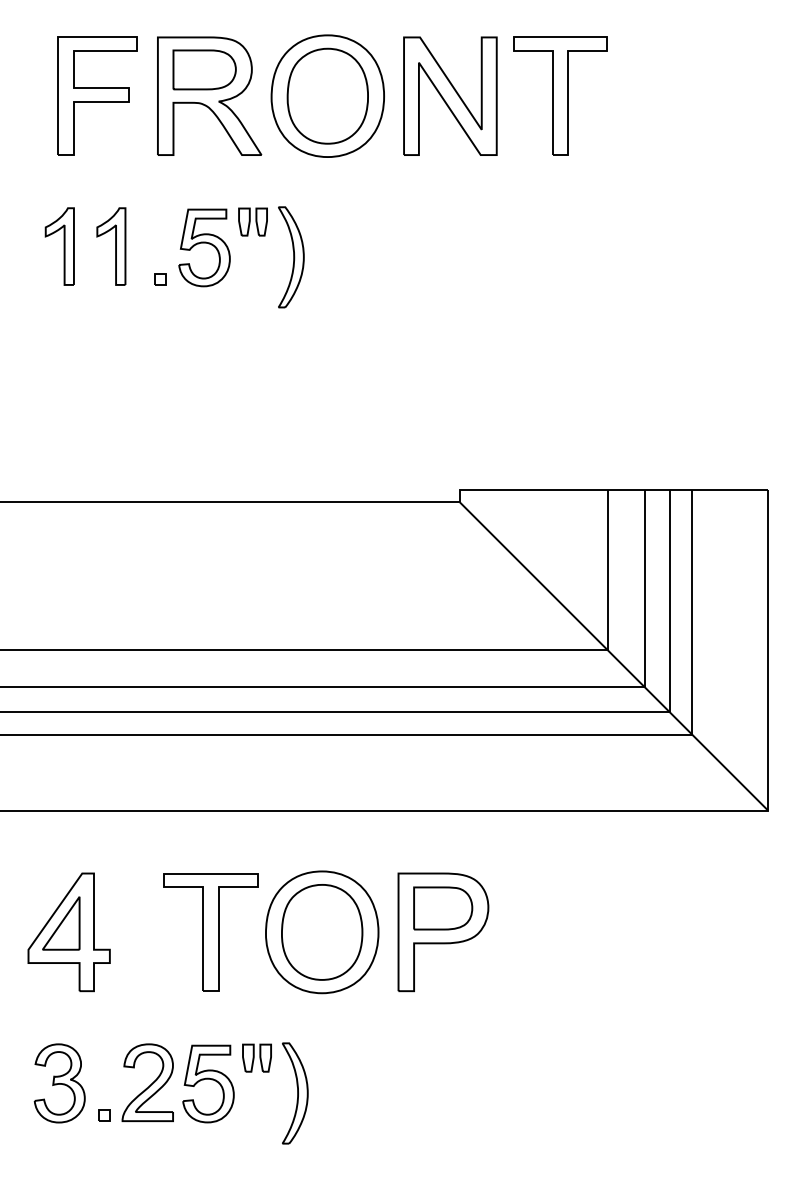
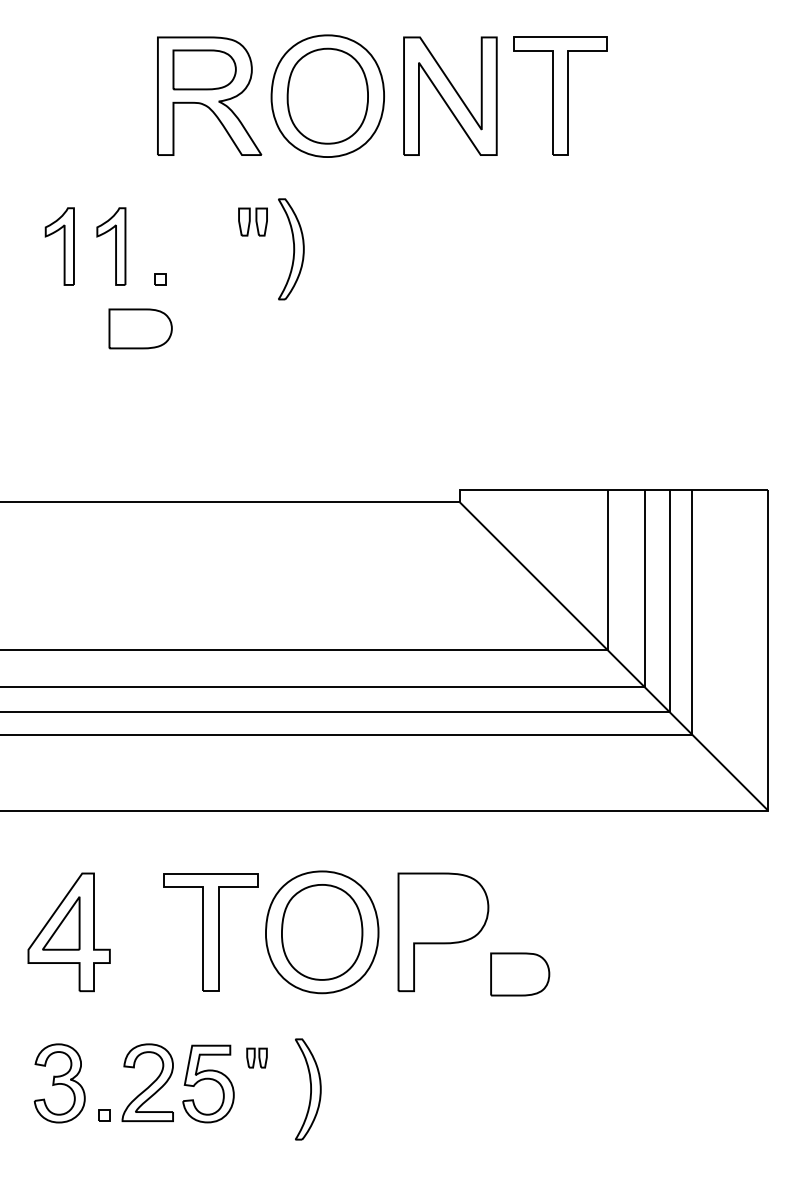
part at (97, 95): present -> none
part at (204, 247): present -> none
part at (291, 257) position: (291, 257) -> (291, 249)
part at (140, 328): none -> present
part at (443, 908) position: (443, 908) -> (520, 974)
part at (256, 1057) size: 30x30 px -> 22x22 px
part at (295, 1093) position: (295, 1093) -> (308, 1089)
